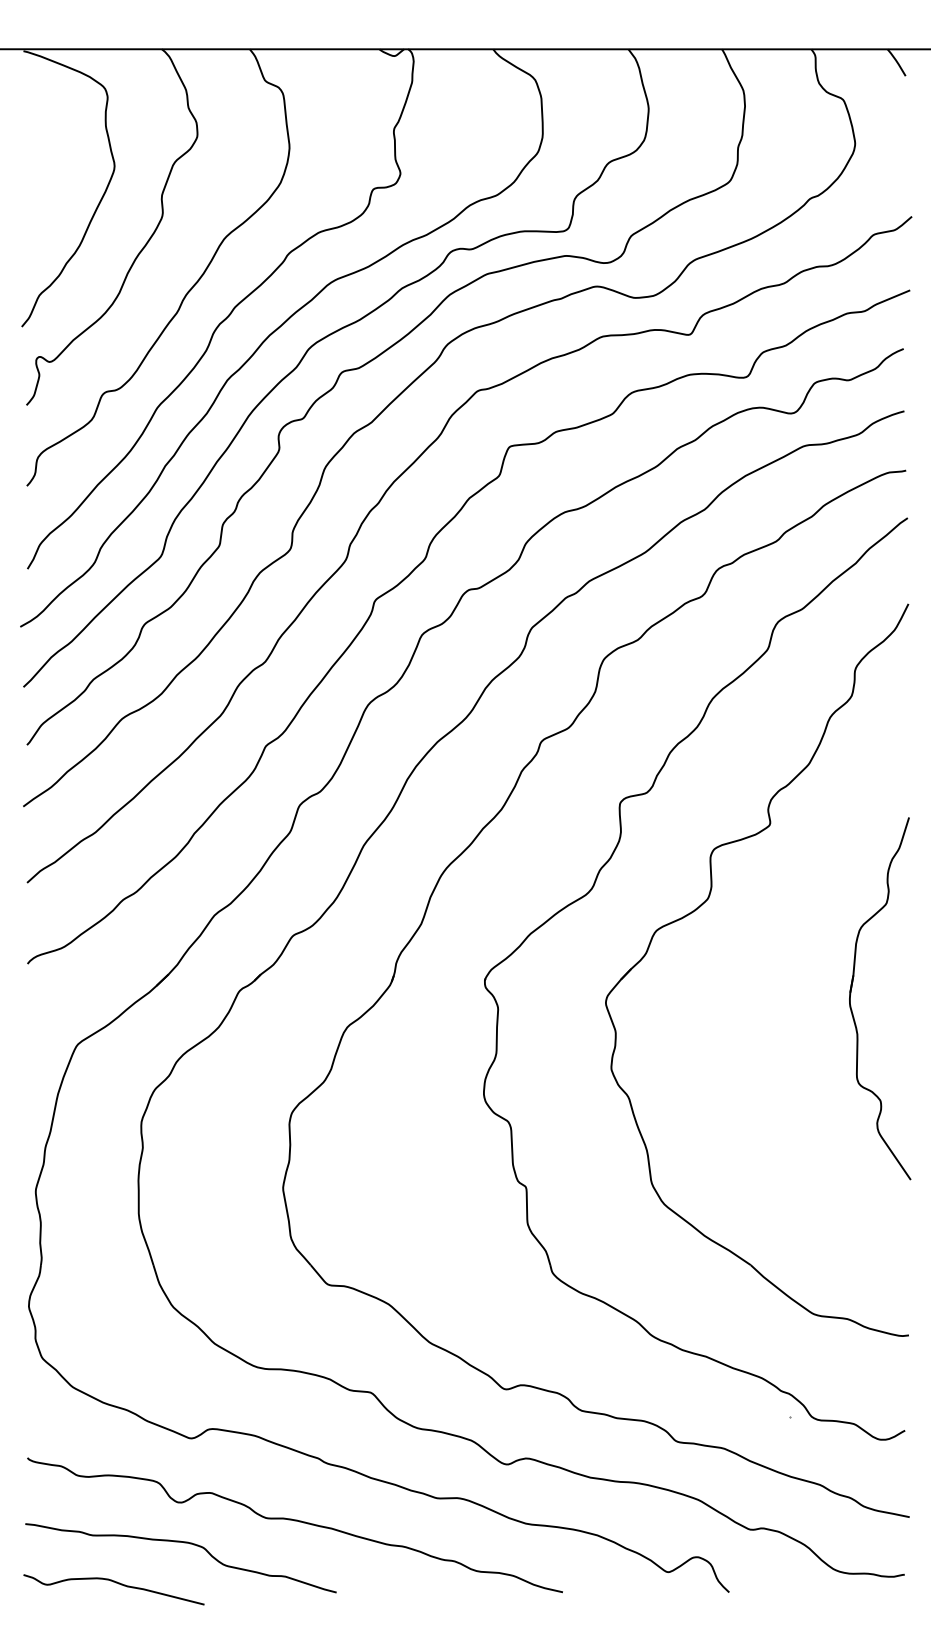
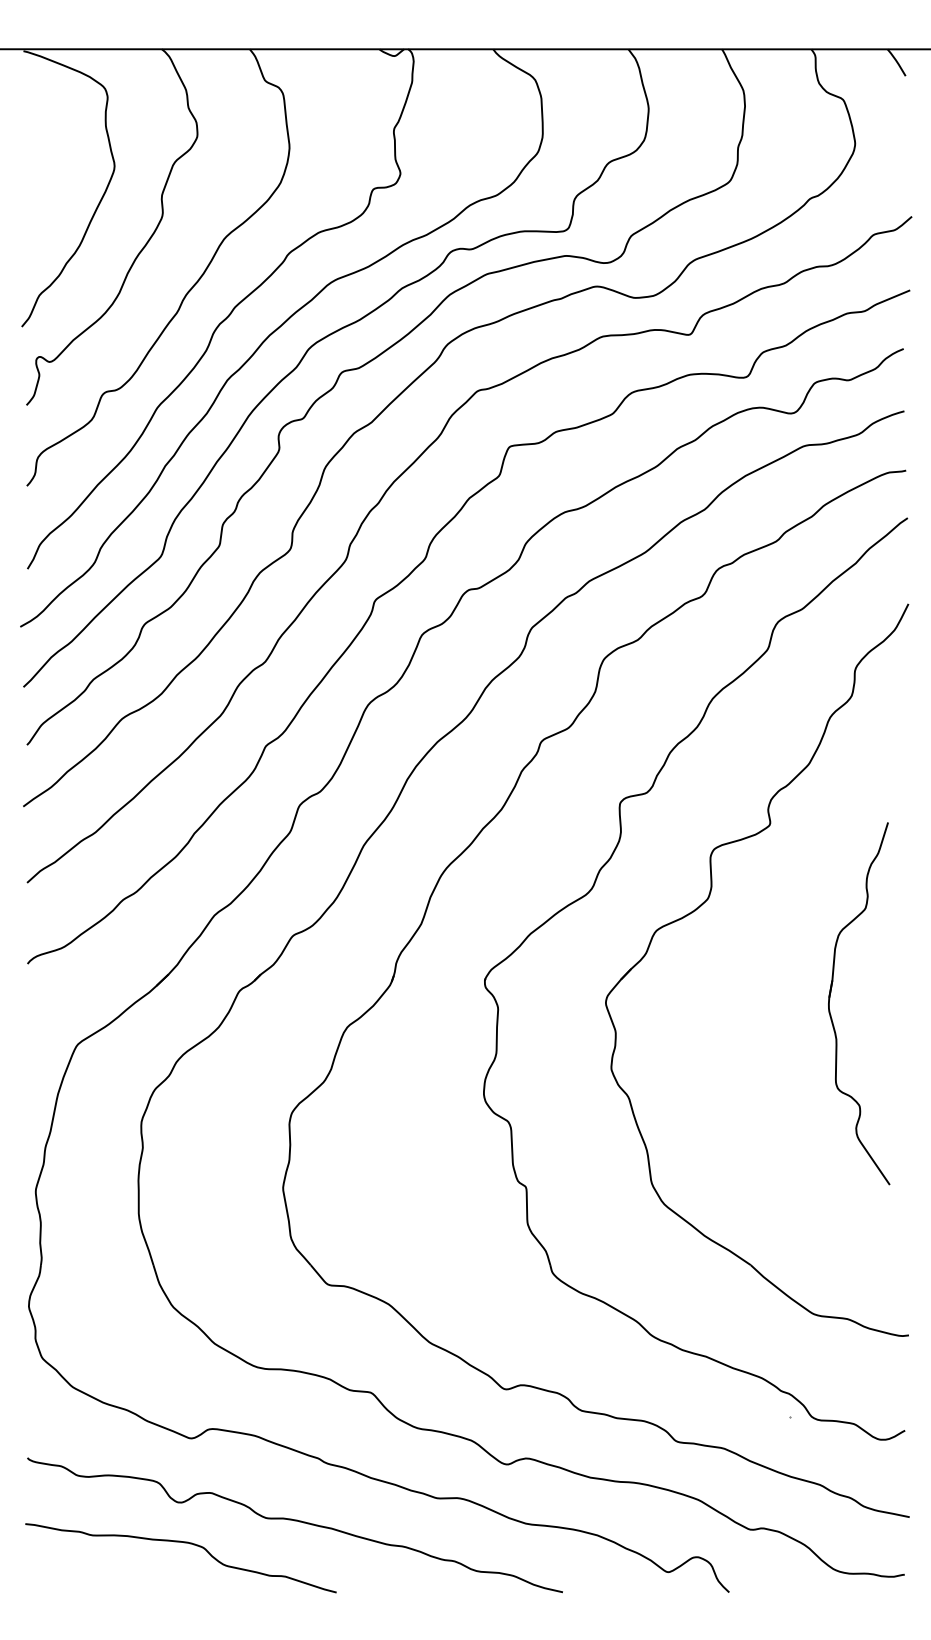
part at (851, 994) position: (851, 994) -> (830, 999)
curve at (116, 1583): present -> none
